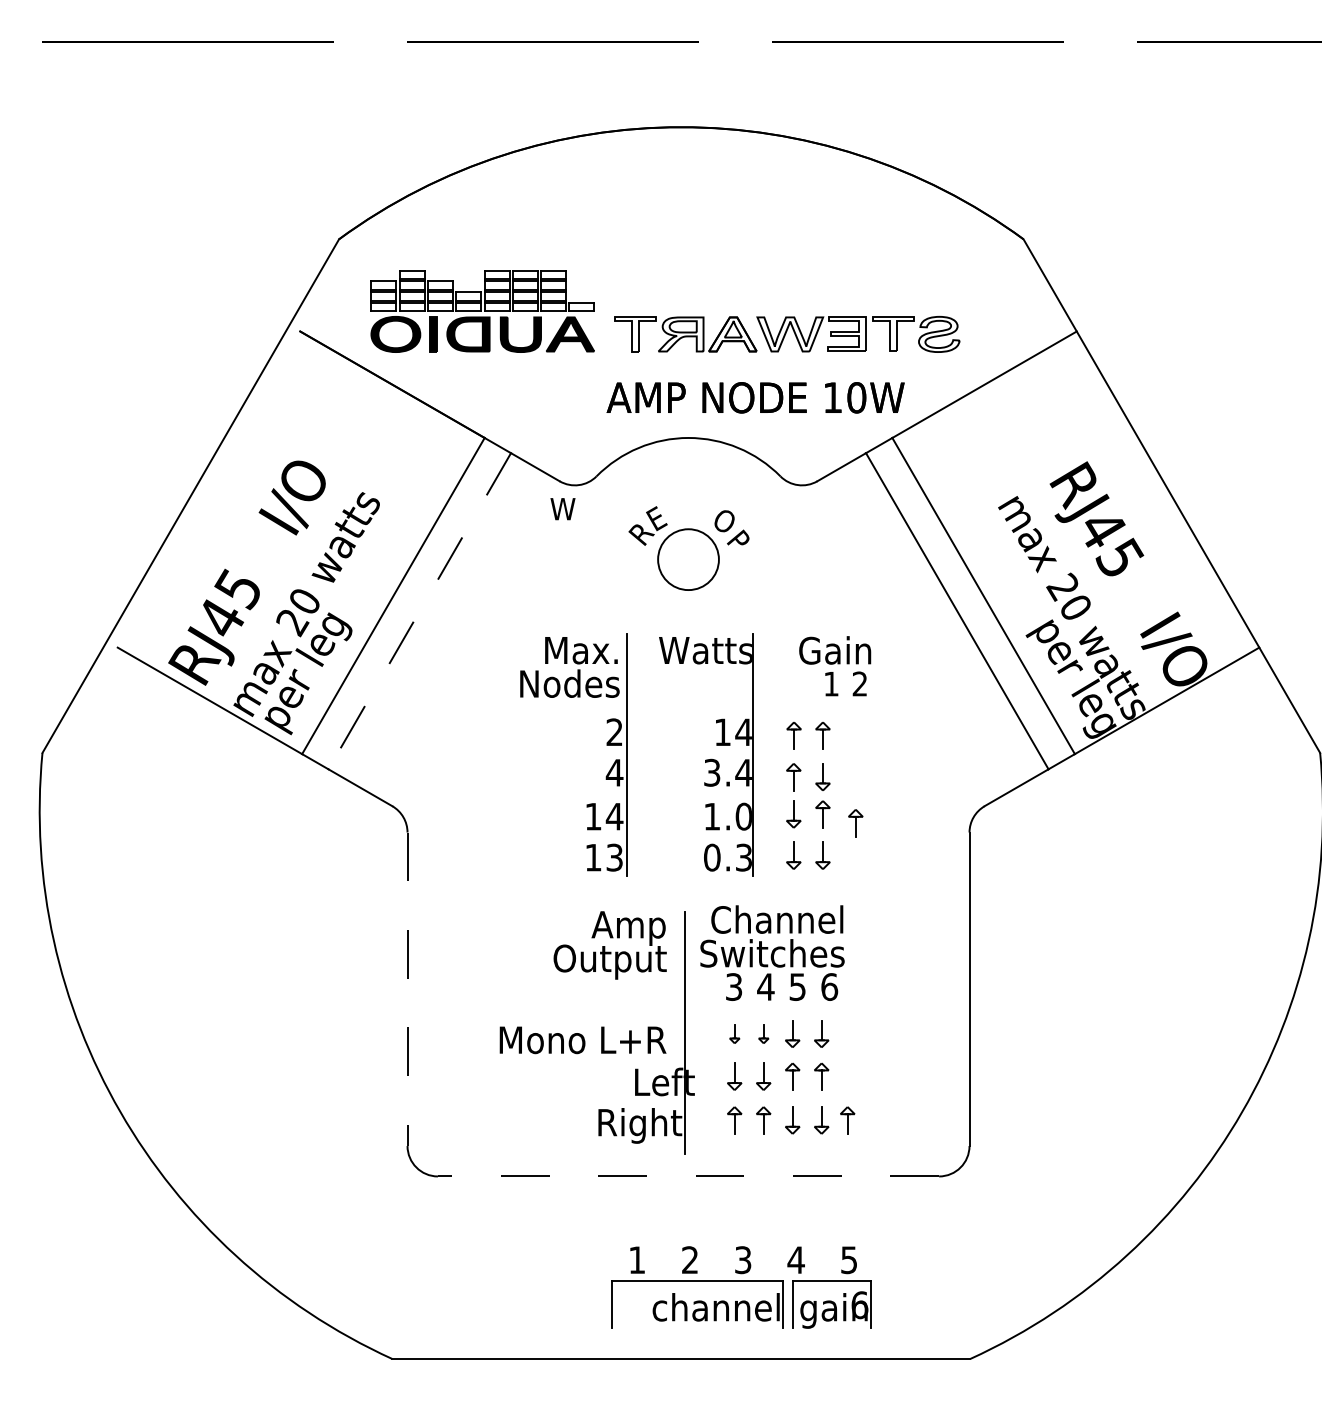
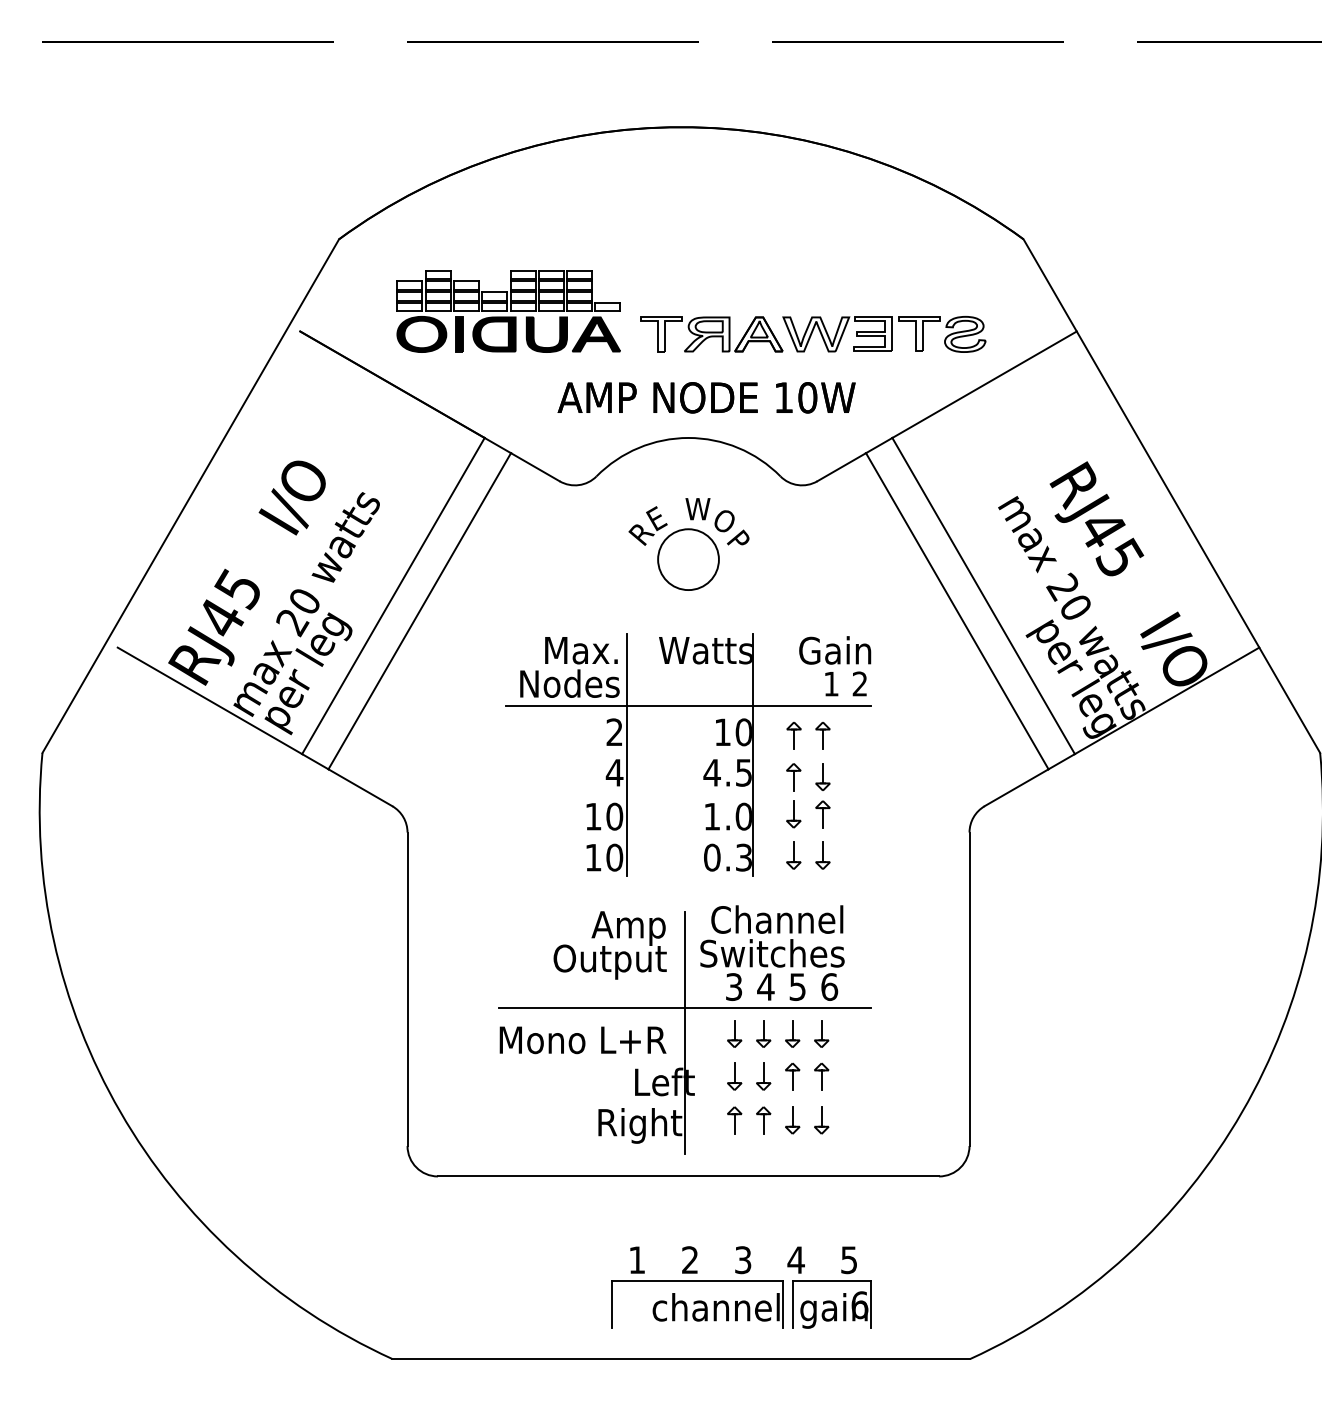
part at (669, 317) position: (669, 317) -> (695, 317)
text at (755, 397) position: (755, 397) -> (706, 397)
text at (562, 509) position: (562, 509) -> (697, 509)
line at (419, 611): dashed -> solid
line at (688, 705): none -> present
text at (743, 732): 14 -> 10
text at (727, 772): 3.4 -> 4.5
text at (614, 816): 14 -> 10
part at (855, 823): present -> none
text at (614, 857): 13 -> 10
line at (407, 989): dashed -> solid
line at (684, 1008): none -> present
part at (734, 1033) size: 12x20 px -> 16x28 px
part at (763, 1033) size: 12x20 px -> 16x28 px
part at (847, 1120): present -> none
line at (688, 1176): dashed -> solid
